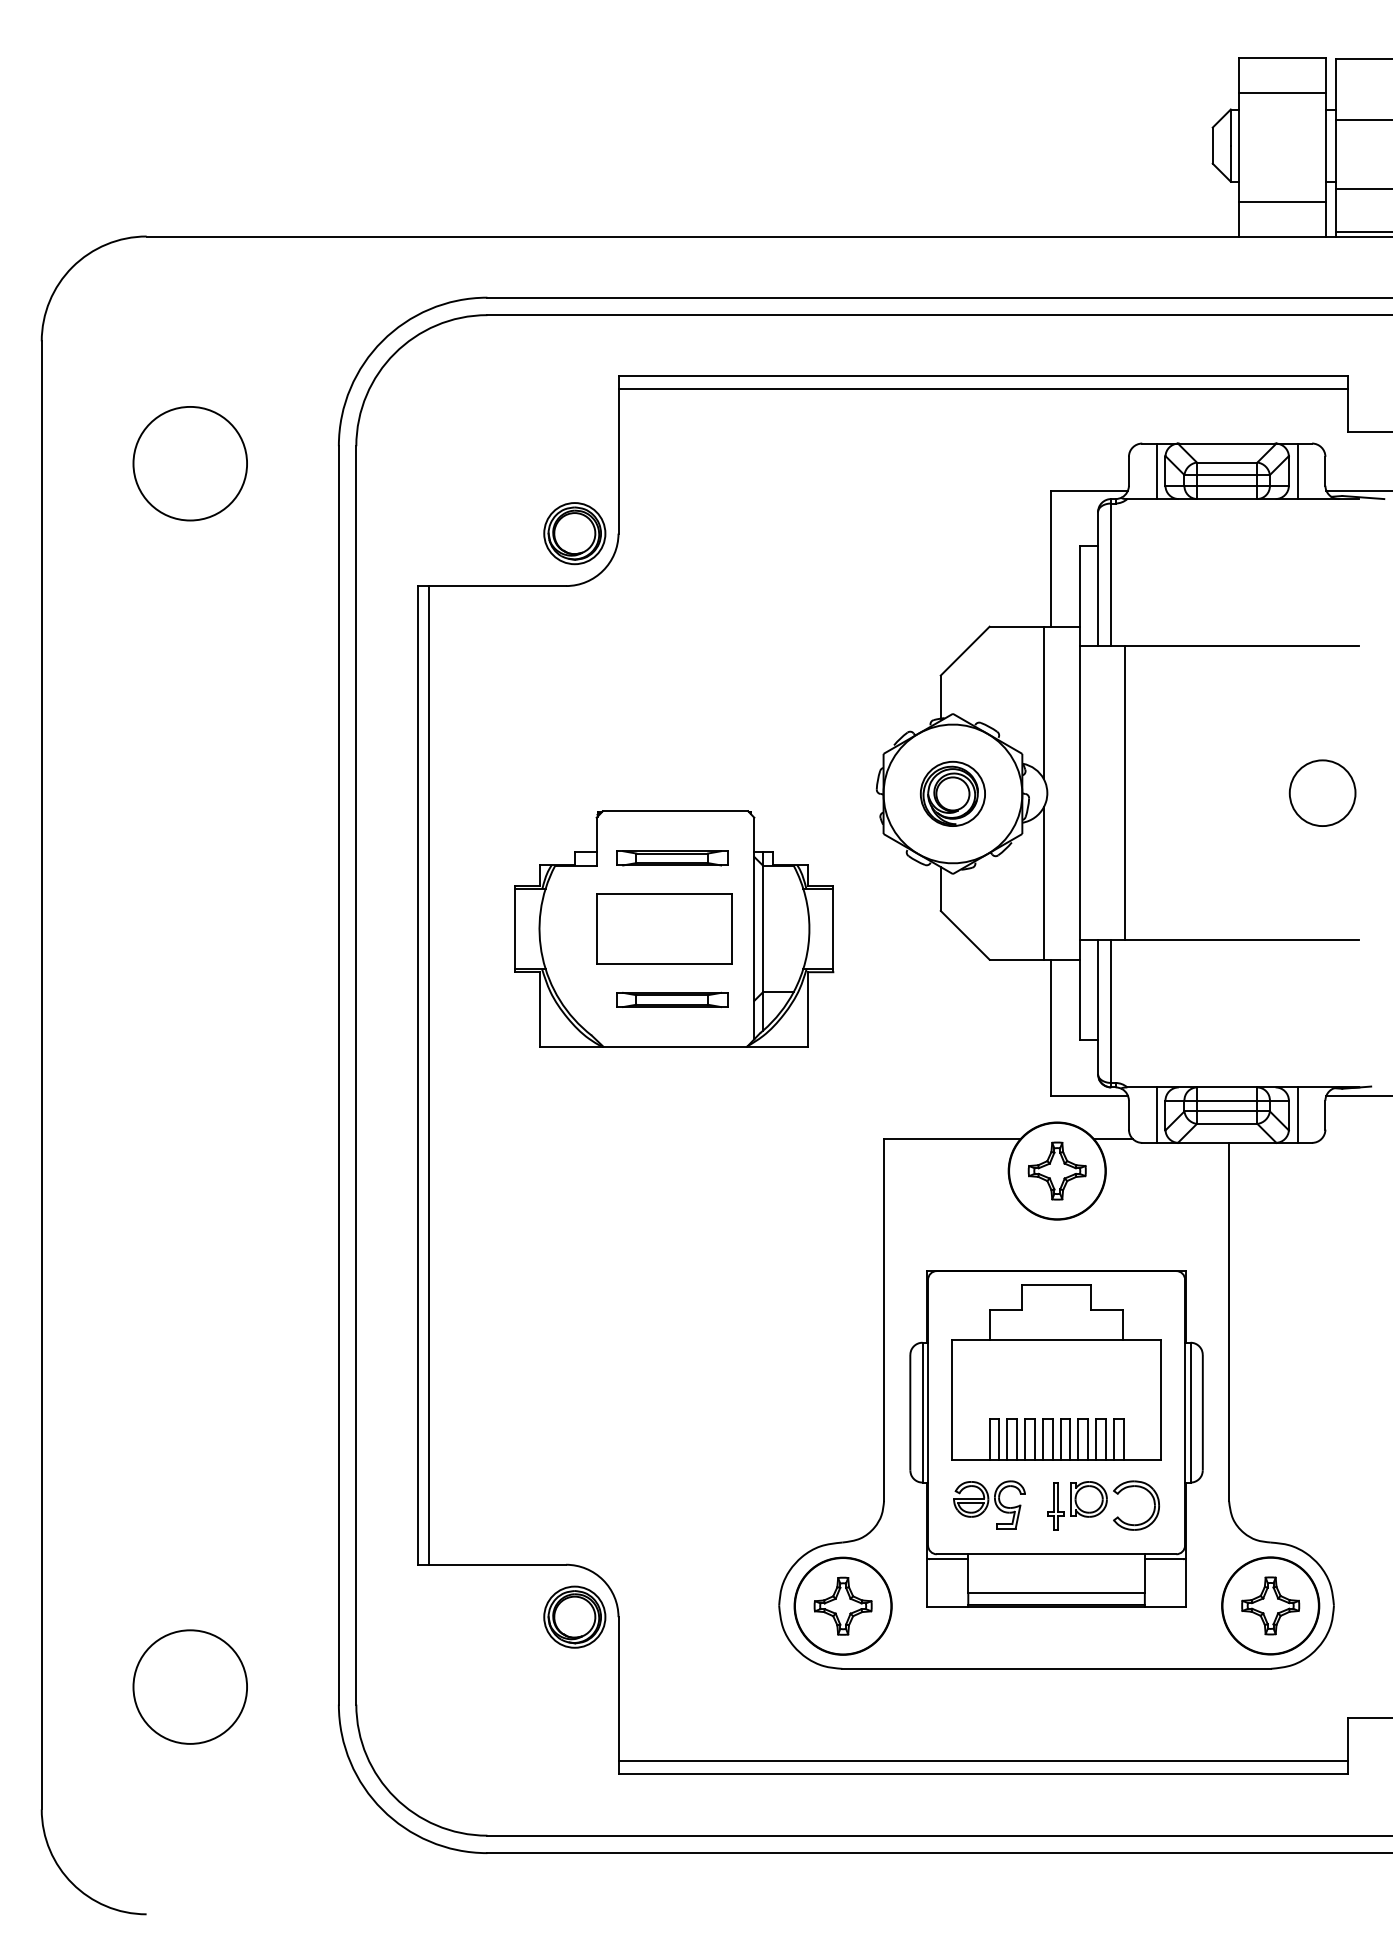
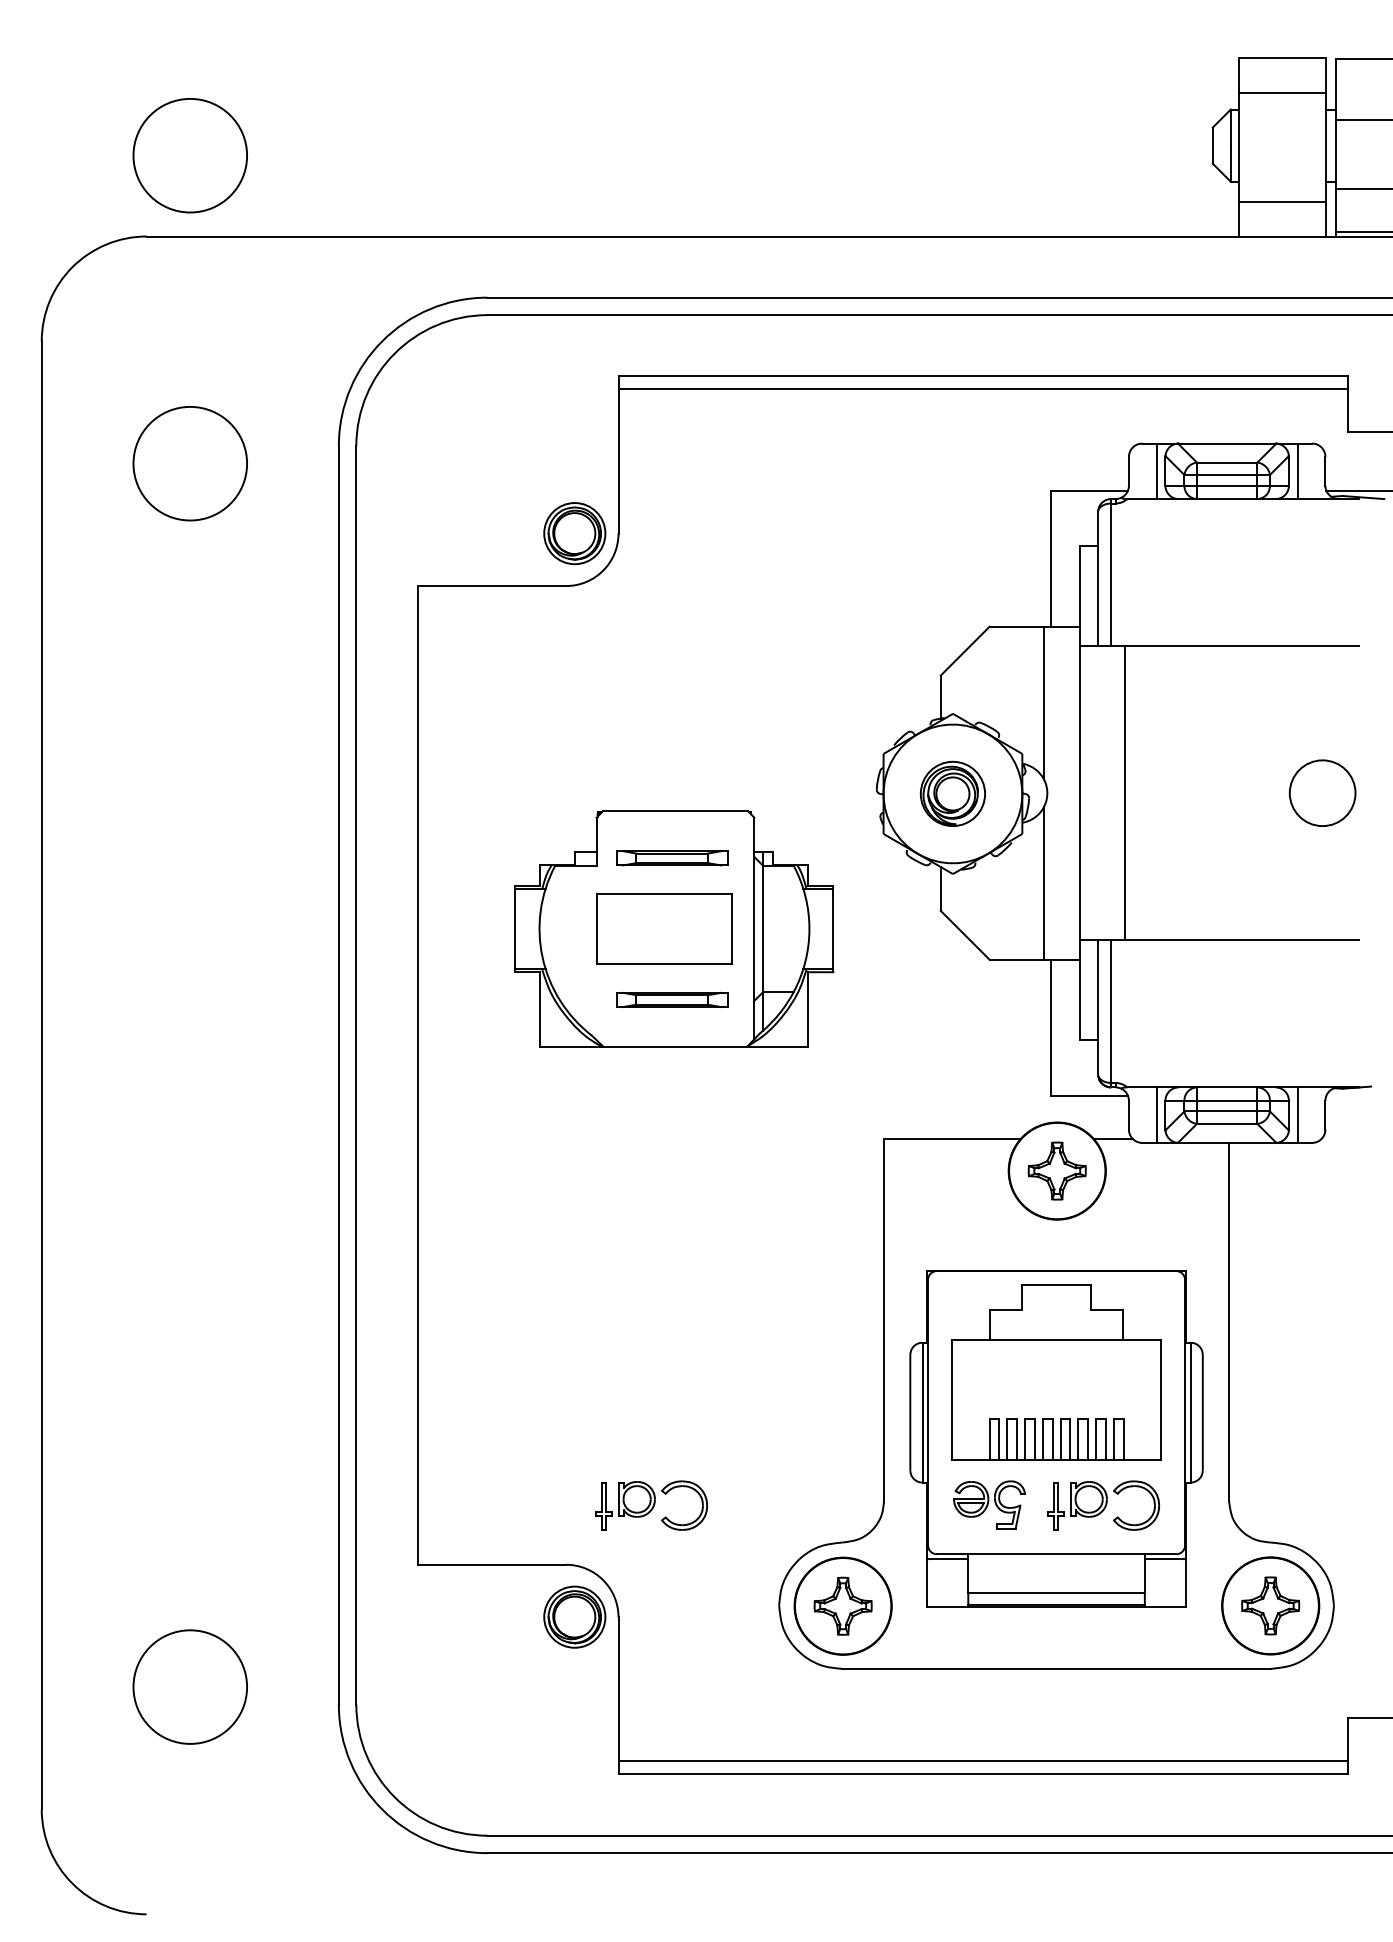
circle at (189, 155): none -> present
line at (429, 1075): present -> none
line at (1357, 1095): present -> none
part at (651, 1505): none -> present
